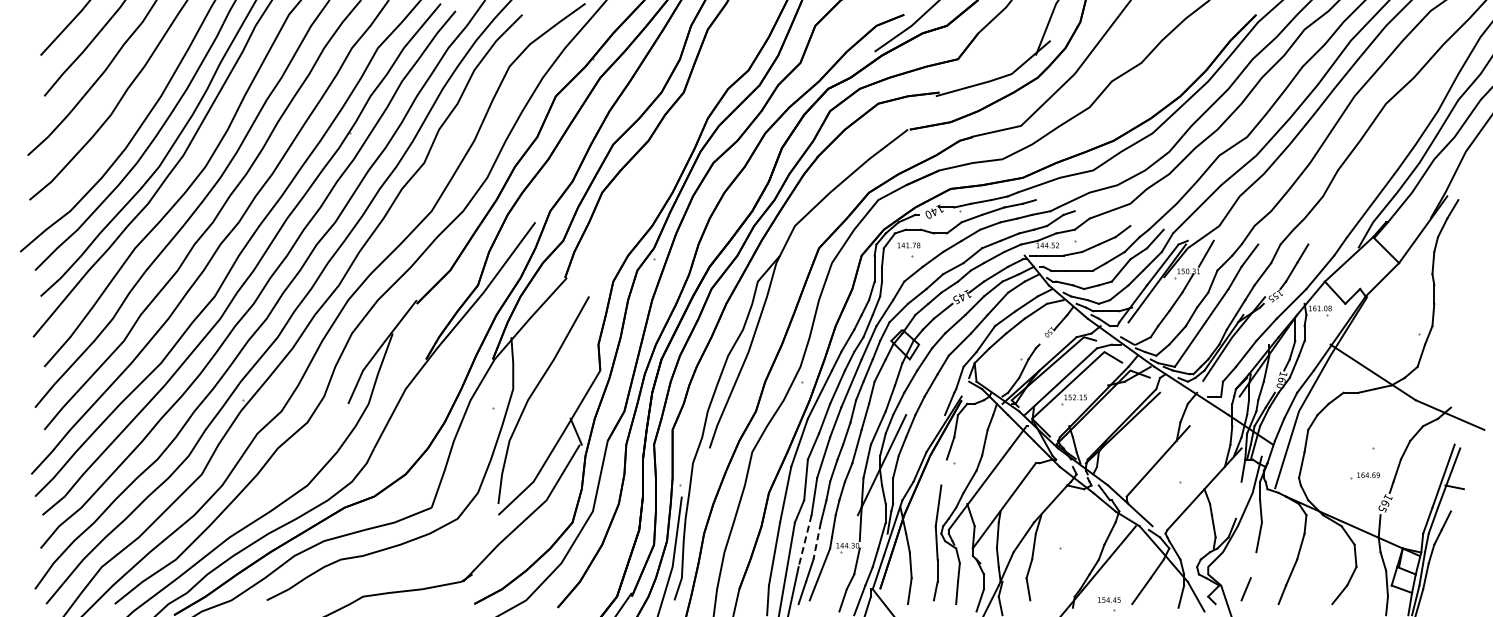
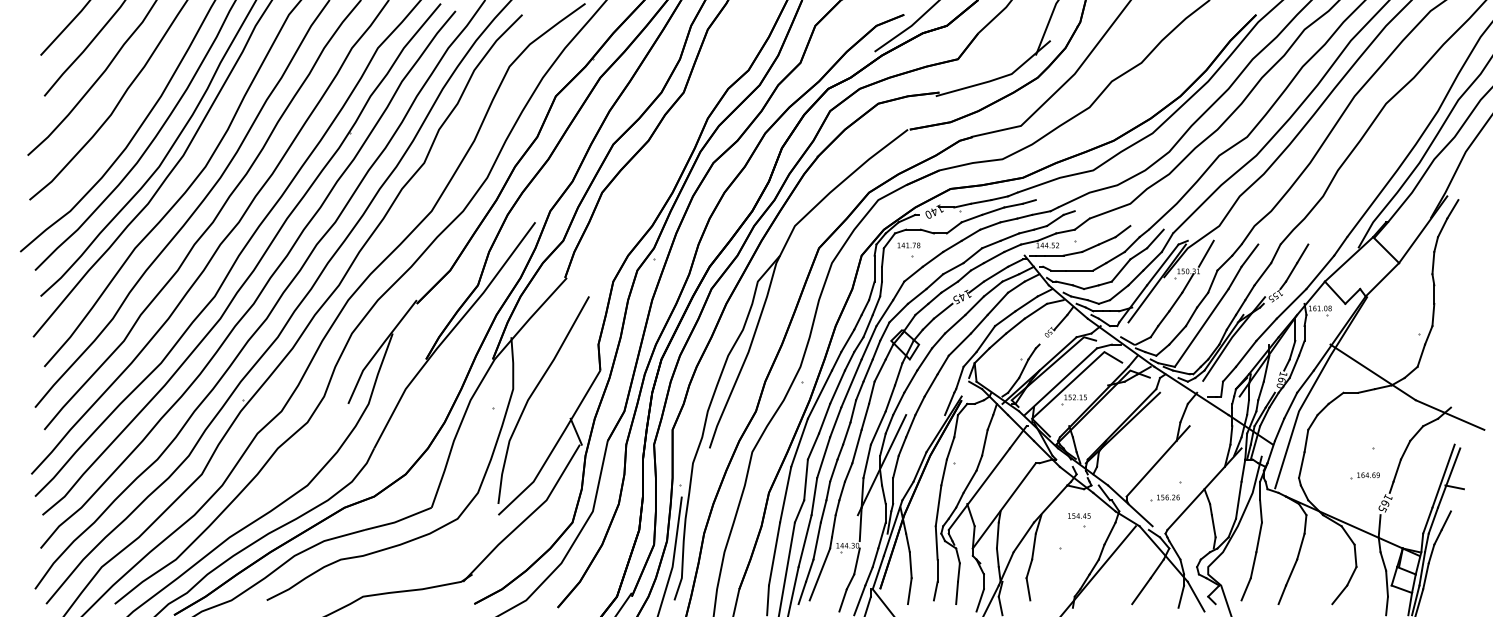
line at (943, 472): none -> present
part at (1164, 497): none -> present
line at (1238, 499): none -> present
line at (805, 541): dashed -> solid
line at (817, 541): dashed -> solid
line at (1253, 565): none -> present
part at (1109, 604) position: (1109, 604) -> (1079, 520)
